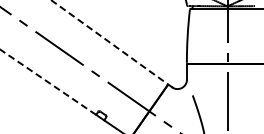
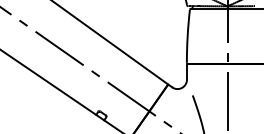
line at (109, 42): dashed -> solid
line at (48, 82): dashed -> solid
